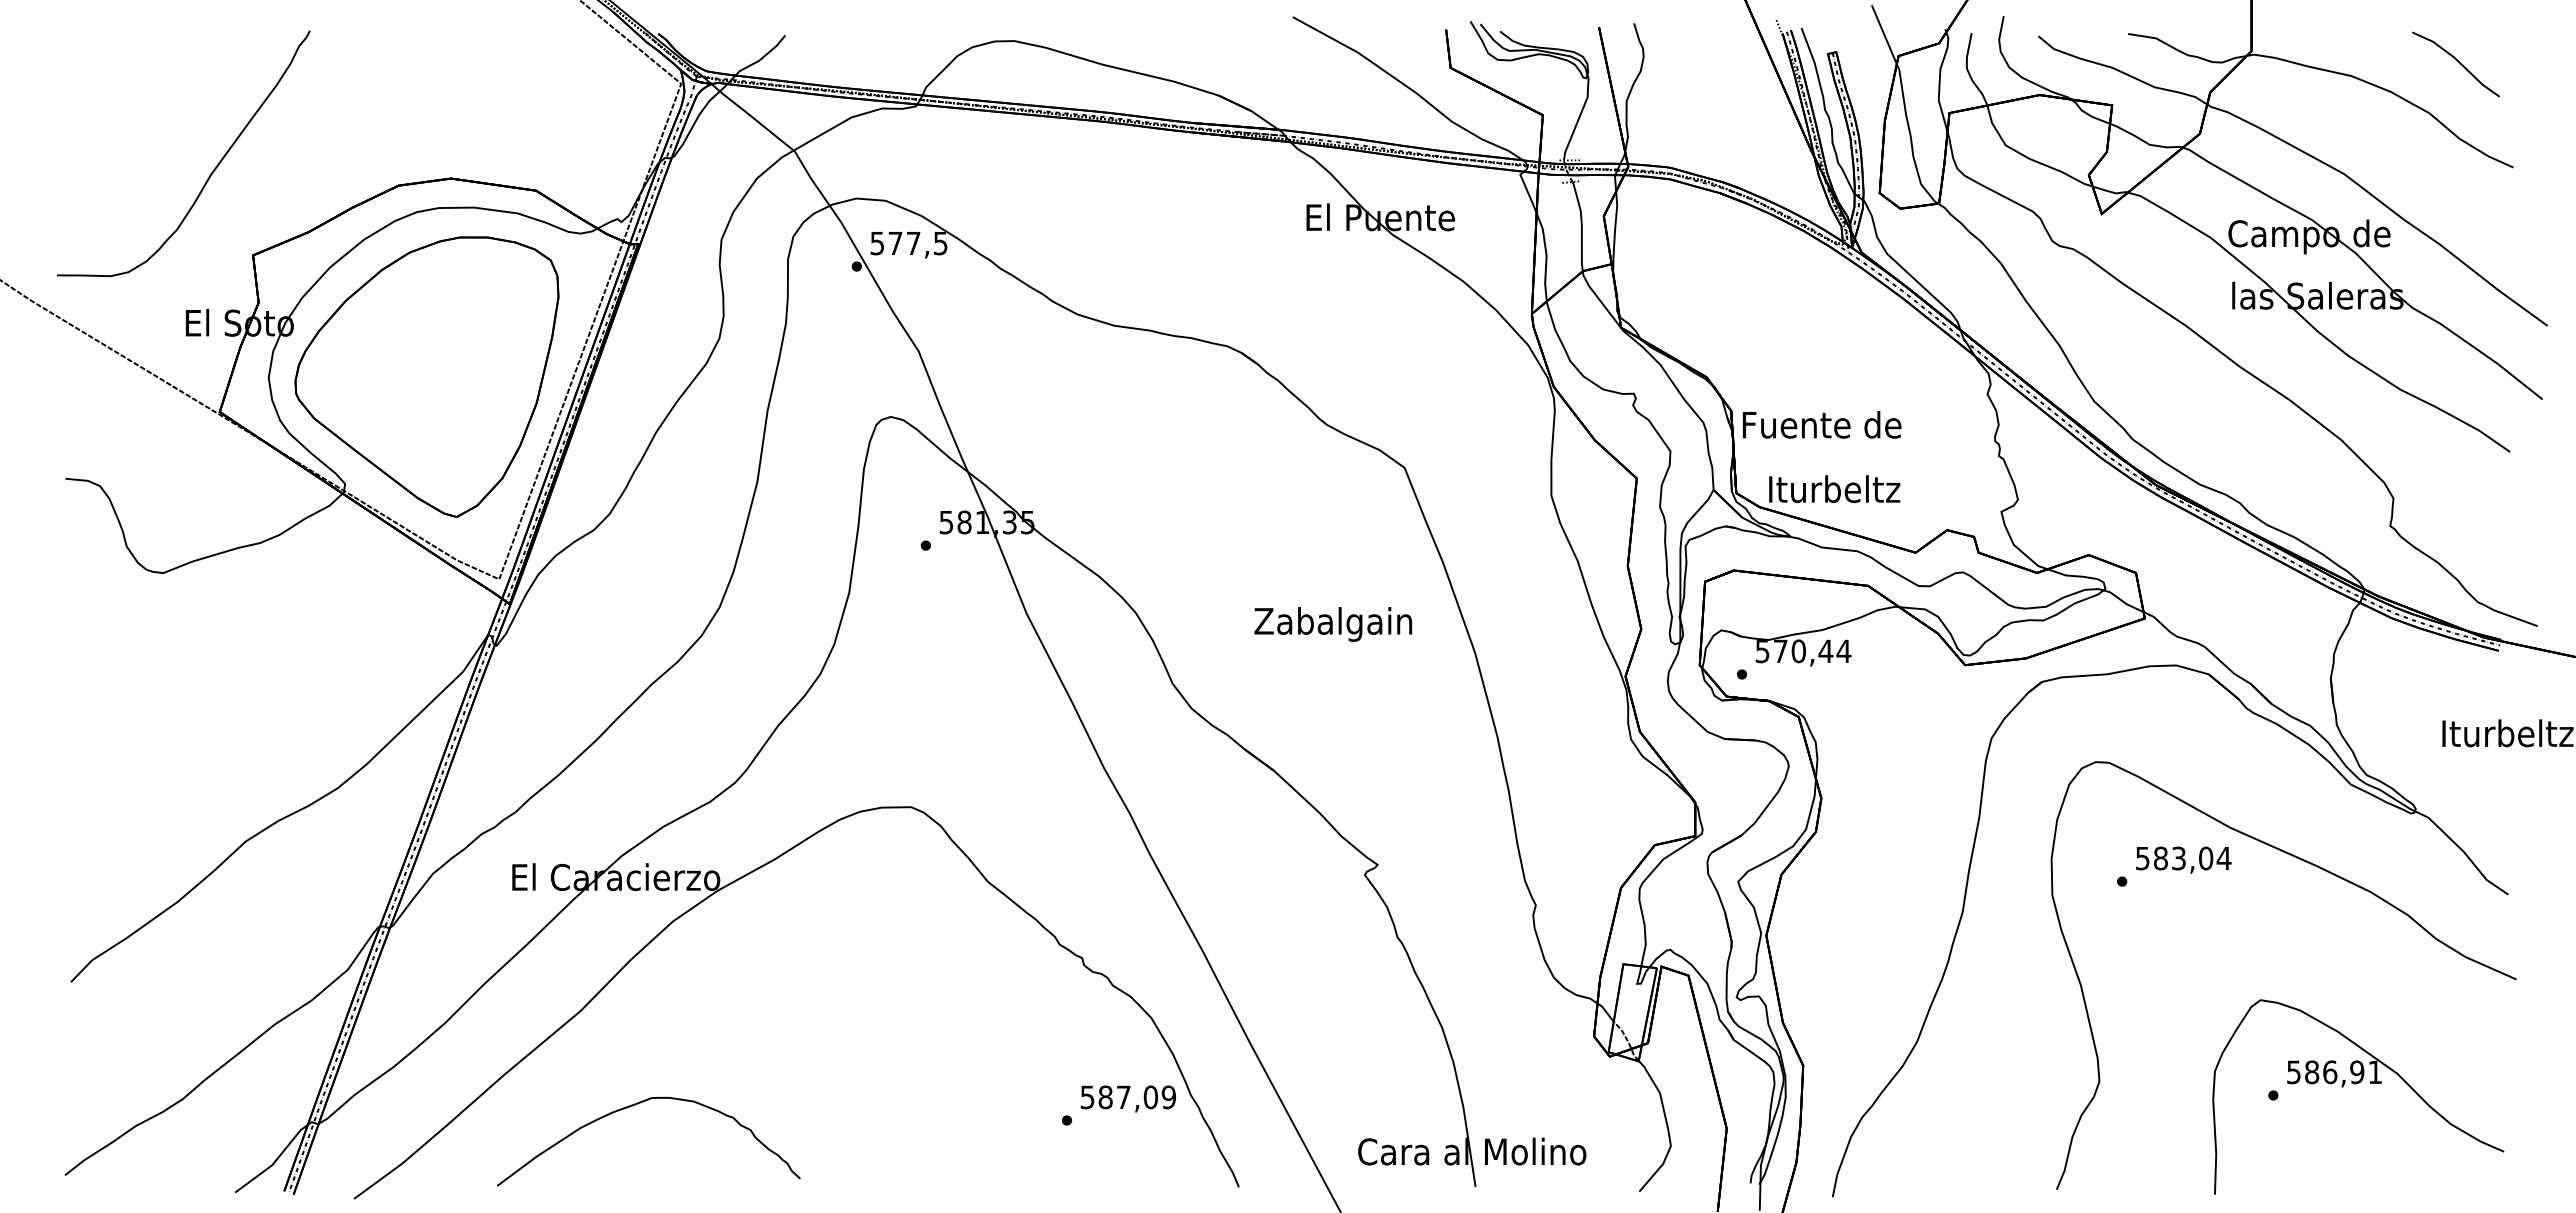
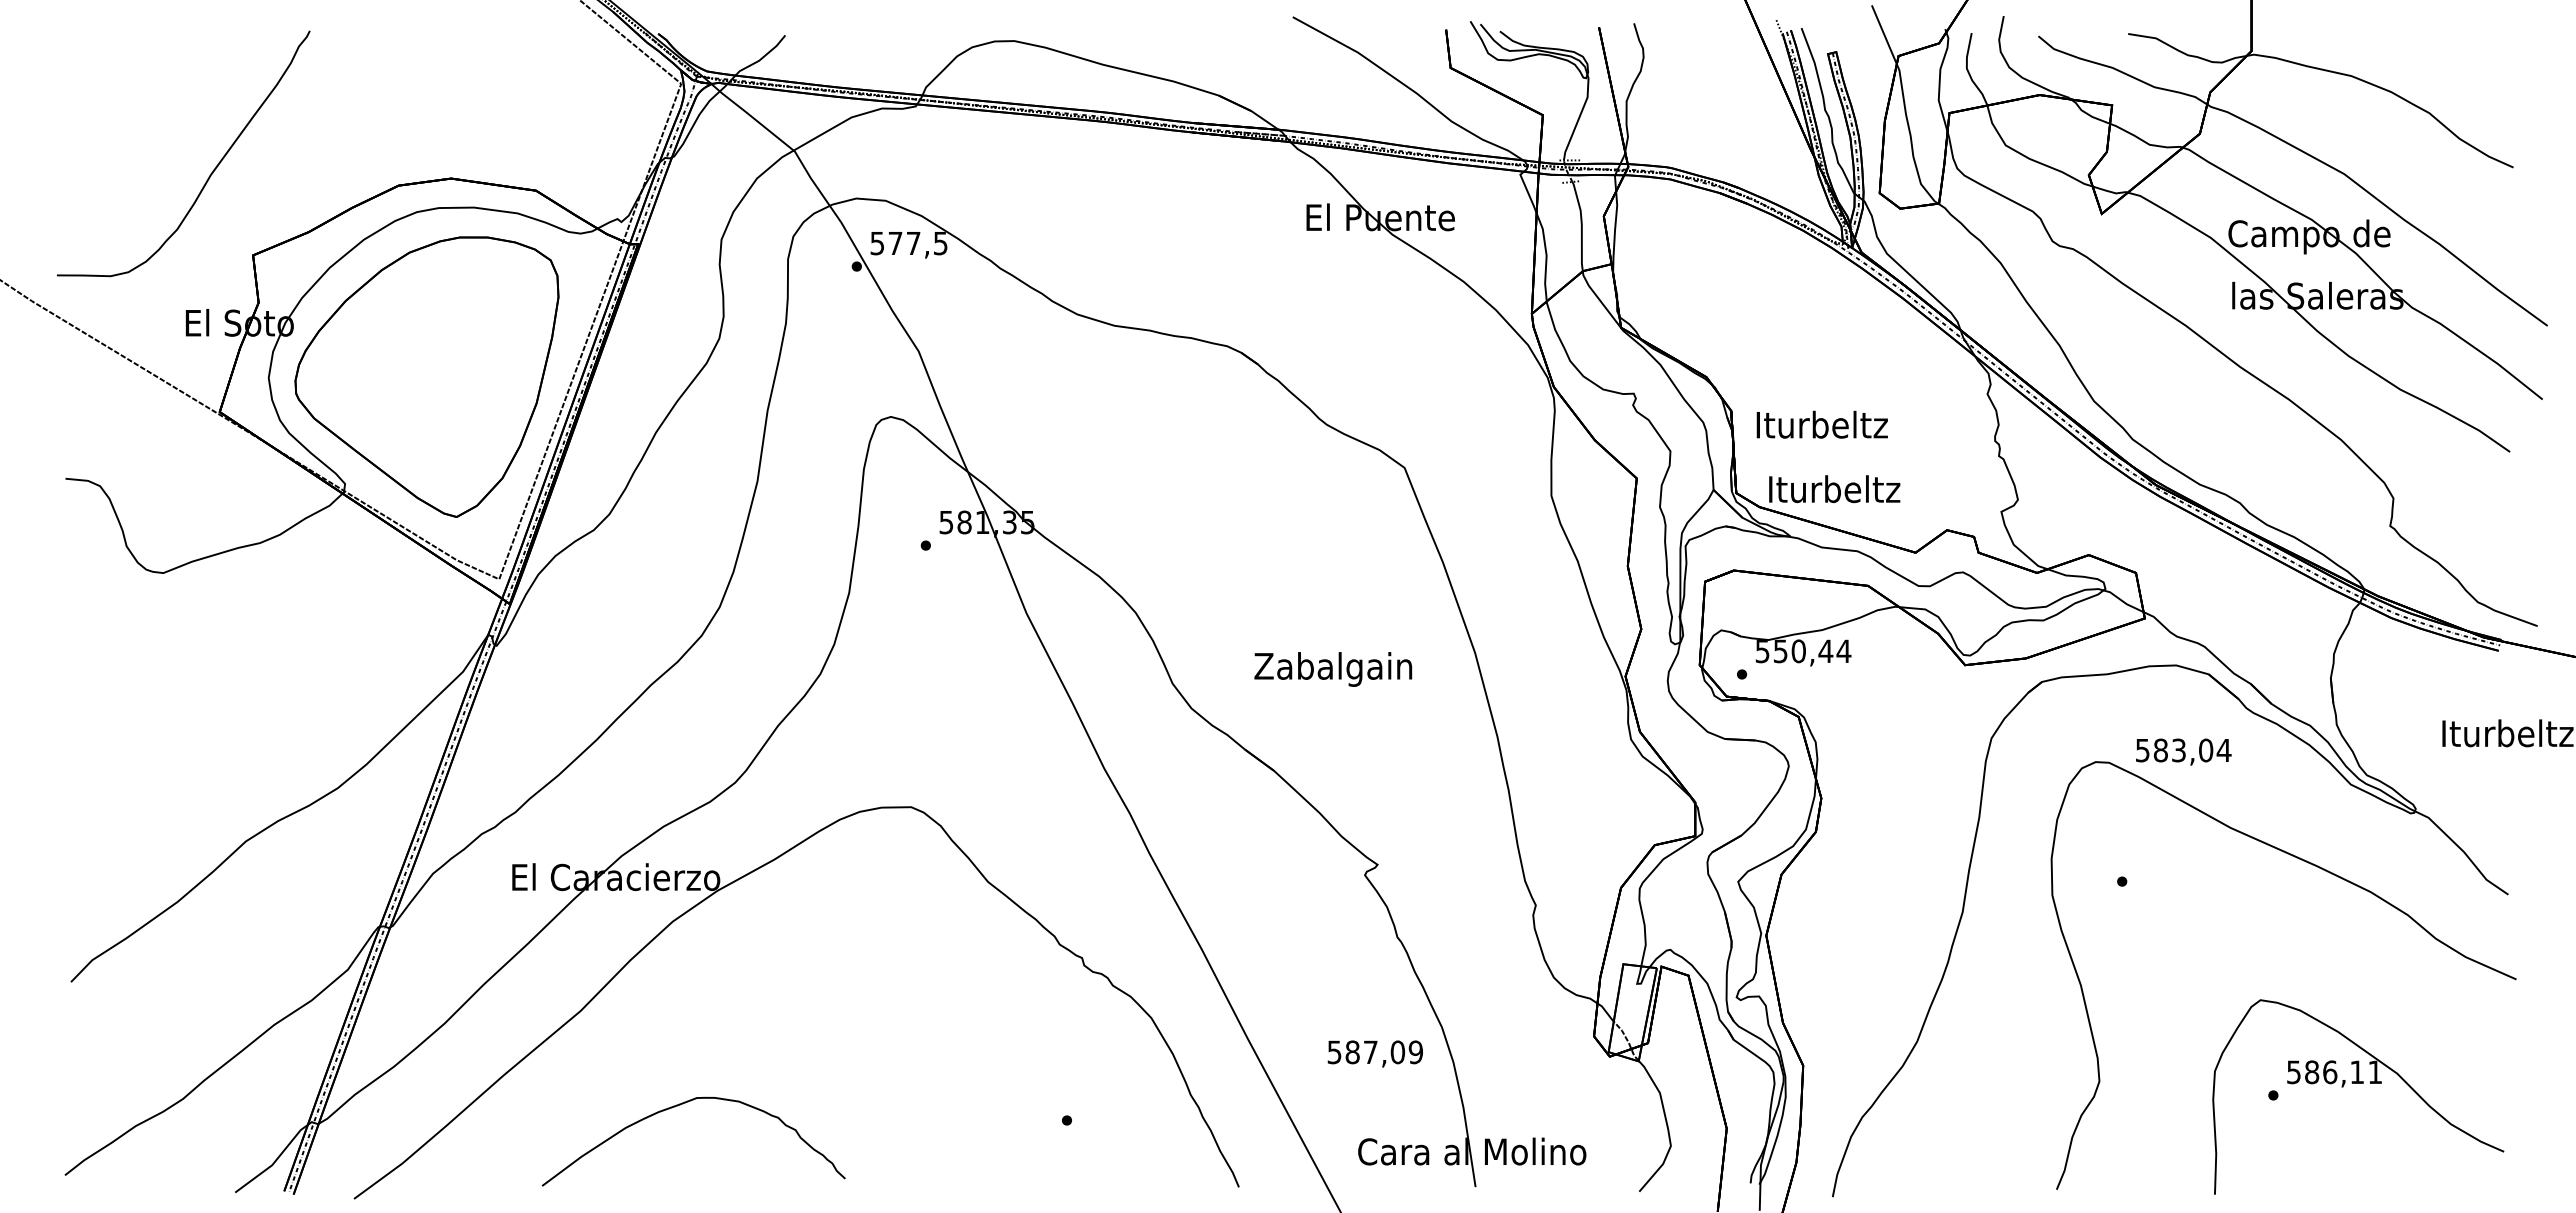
line at (2457, 61): present -> none
text at (1821, 424): Fuente de -> Iturbeltz
text at (1333, 624) position: (1333, 624) -> (1333, 669)
text at (1780, 651): 570,44 -> 550,44
text at (2183, 859) position: (2183, 859) -> (2183, 751)
text at (2357, 1072): 586,91 -> 586,11
text at (1127, 1098) position: (1127, 1098) -> (1374, 1053)
curve at (635, 1105) position: (635, 1105) -> (680, 1105)
